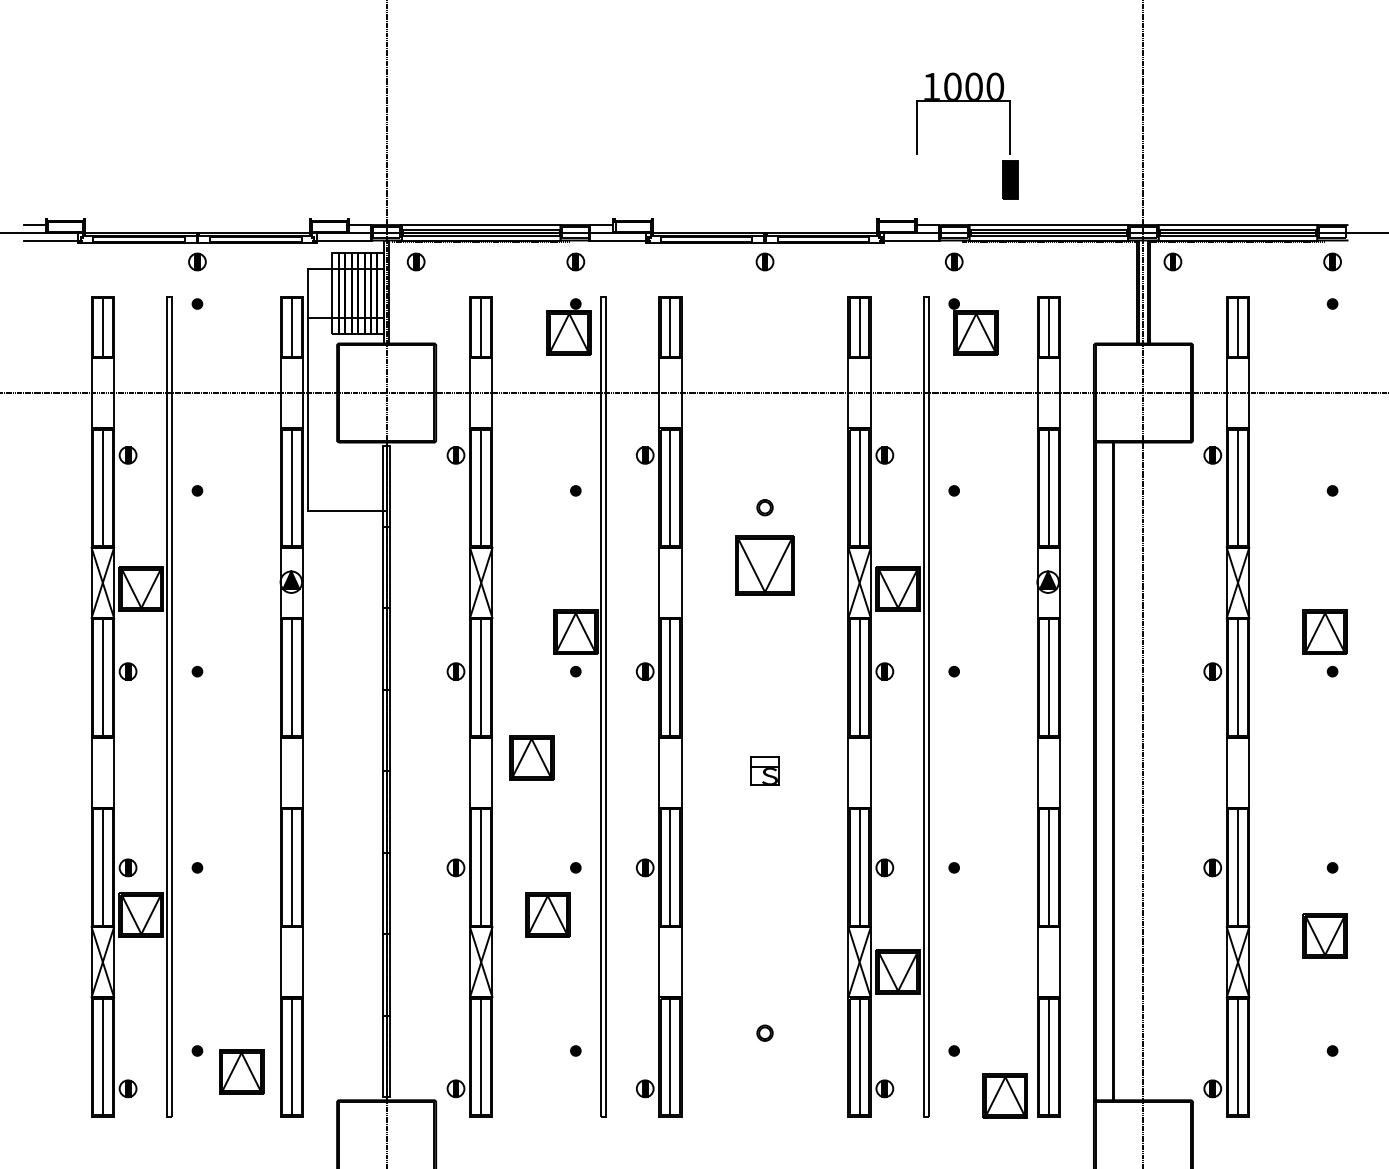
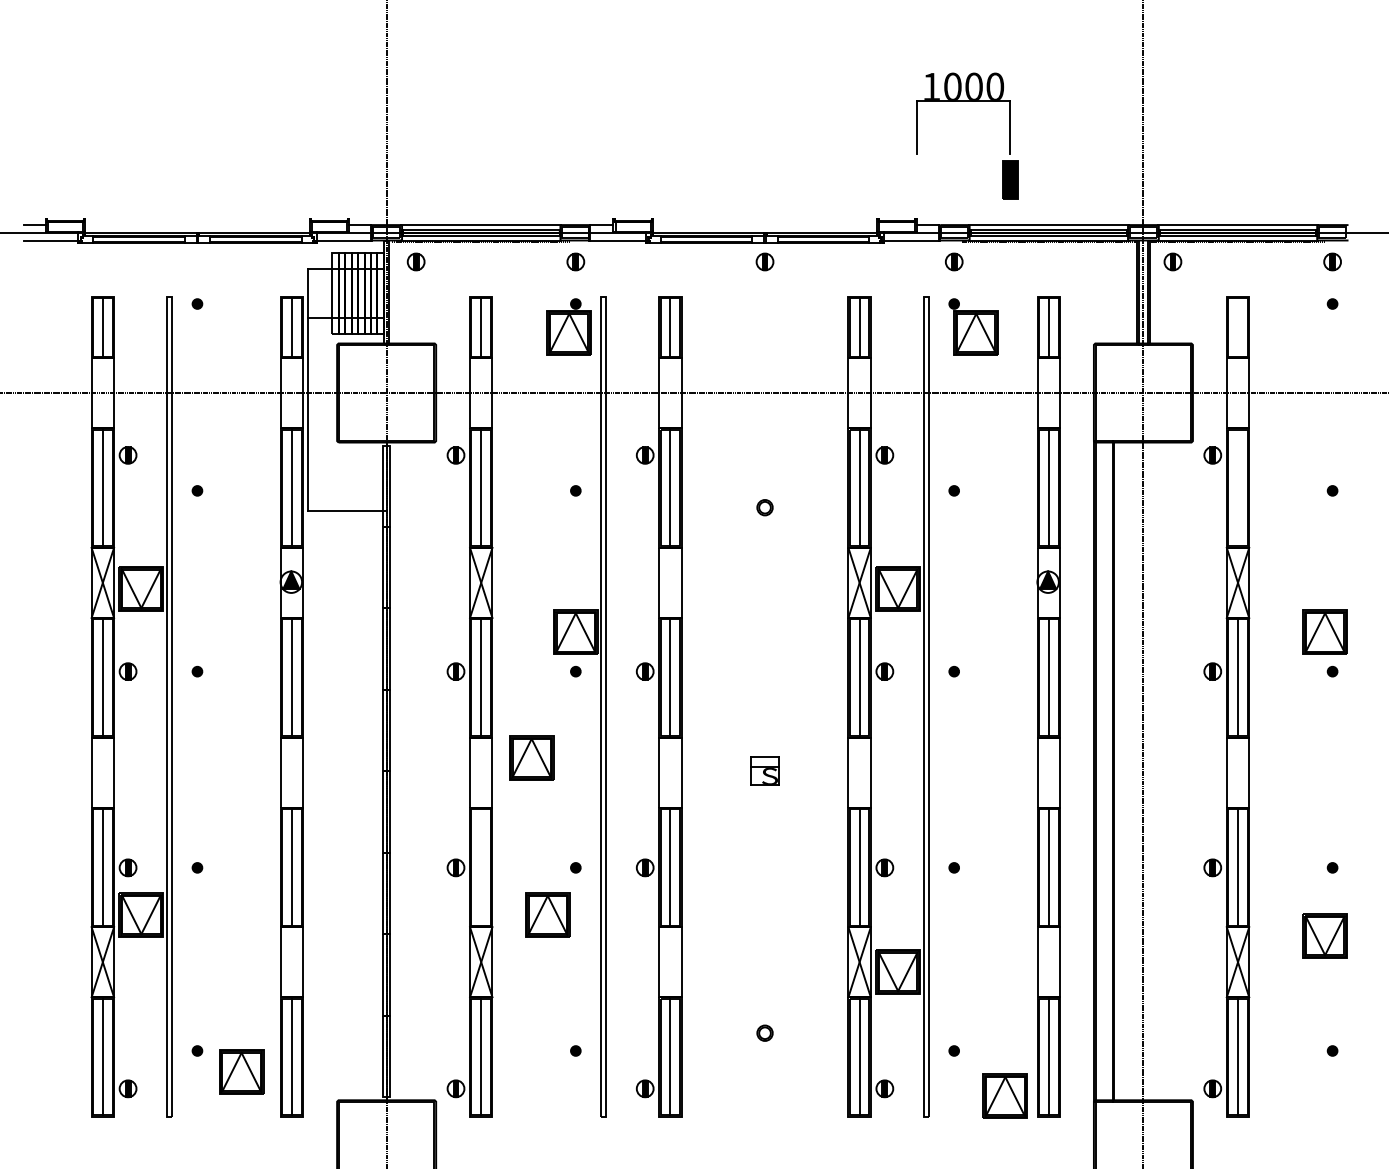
part at (197, 261): present -> none
line at (1238, 327): present -> none
line at (1238, 487): present -> none
part at (764, 565): present -> none
line at (481, 867): present -> none
